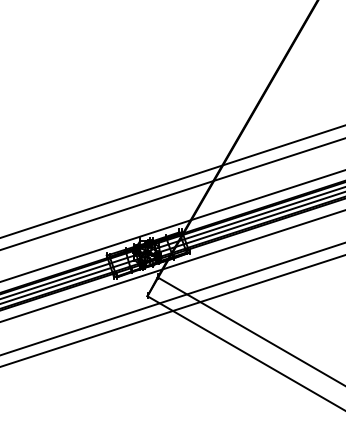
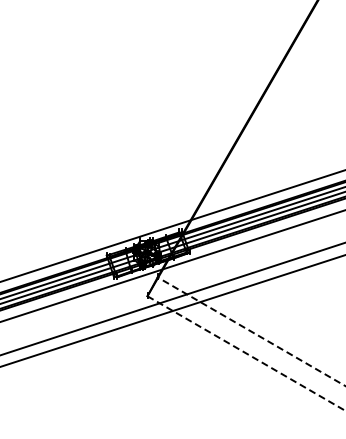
line at (172, 181): present -> none
line at (172, 194): present -> none
line at (251, 331): solid -> dashed
line at (246, 353): solid -> dashed
